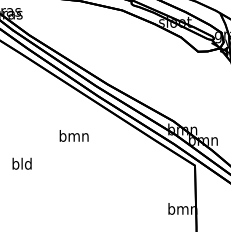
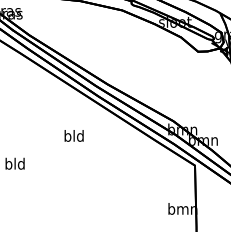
text at (73, 135): bmn -> bld
text at (21, 163) position: (21, 163) -> (14, 163)
